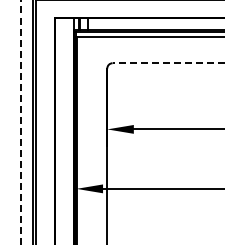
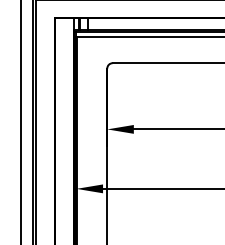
line at (168, 63): dashed -> solid
line at (21, 122): dashed -> solid
